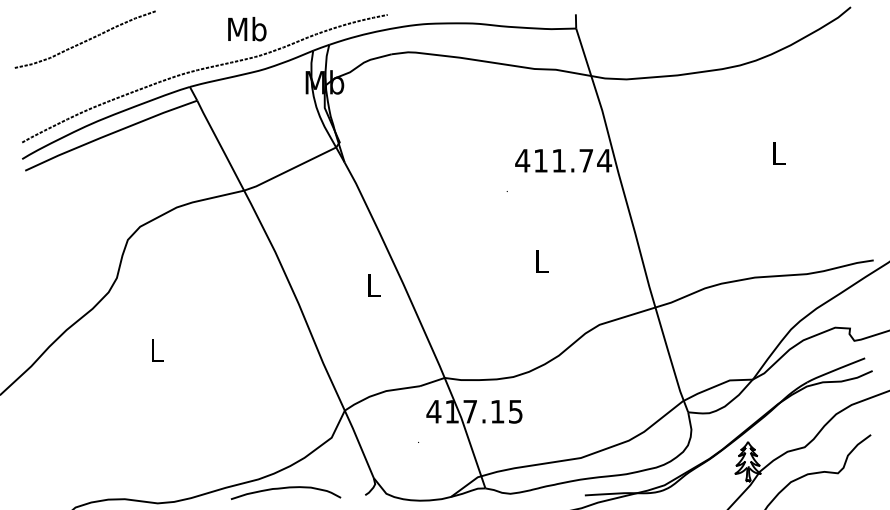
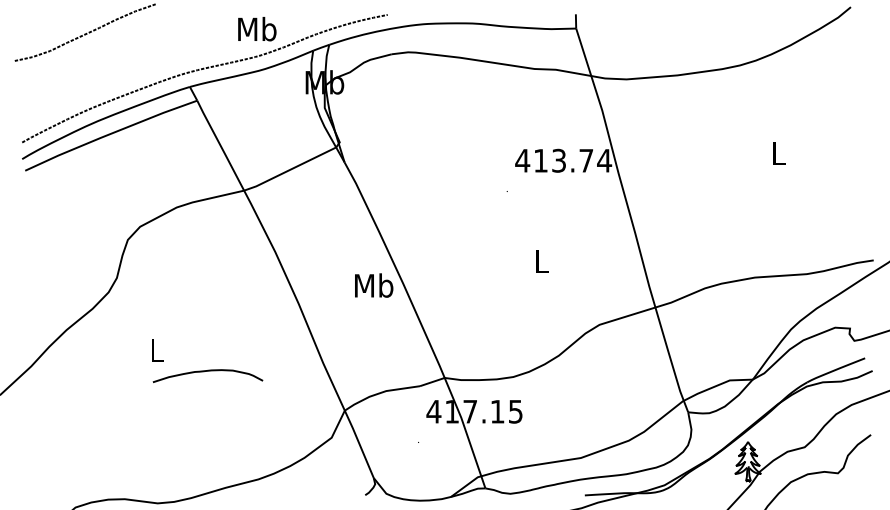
text at (247, 29) position: (247, 29) -> (257, 29)
curve at (84, 40) position: (84, 40) -> (84, 33)
text at (558, 160): 411.74 -> 413.74
text at (374, 285): L -> Mb
curve at (285, 488) position: (285, 488) -> (207, 371)
